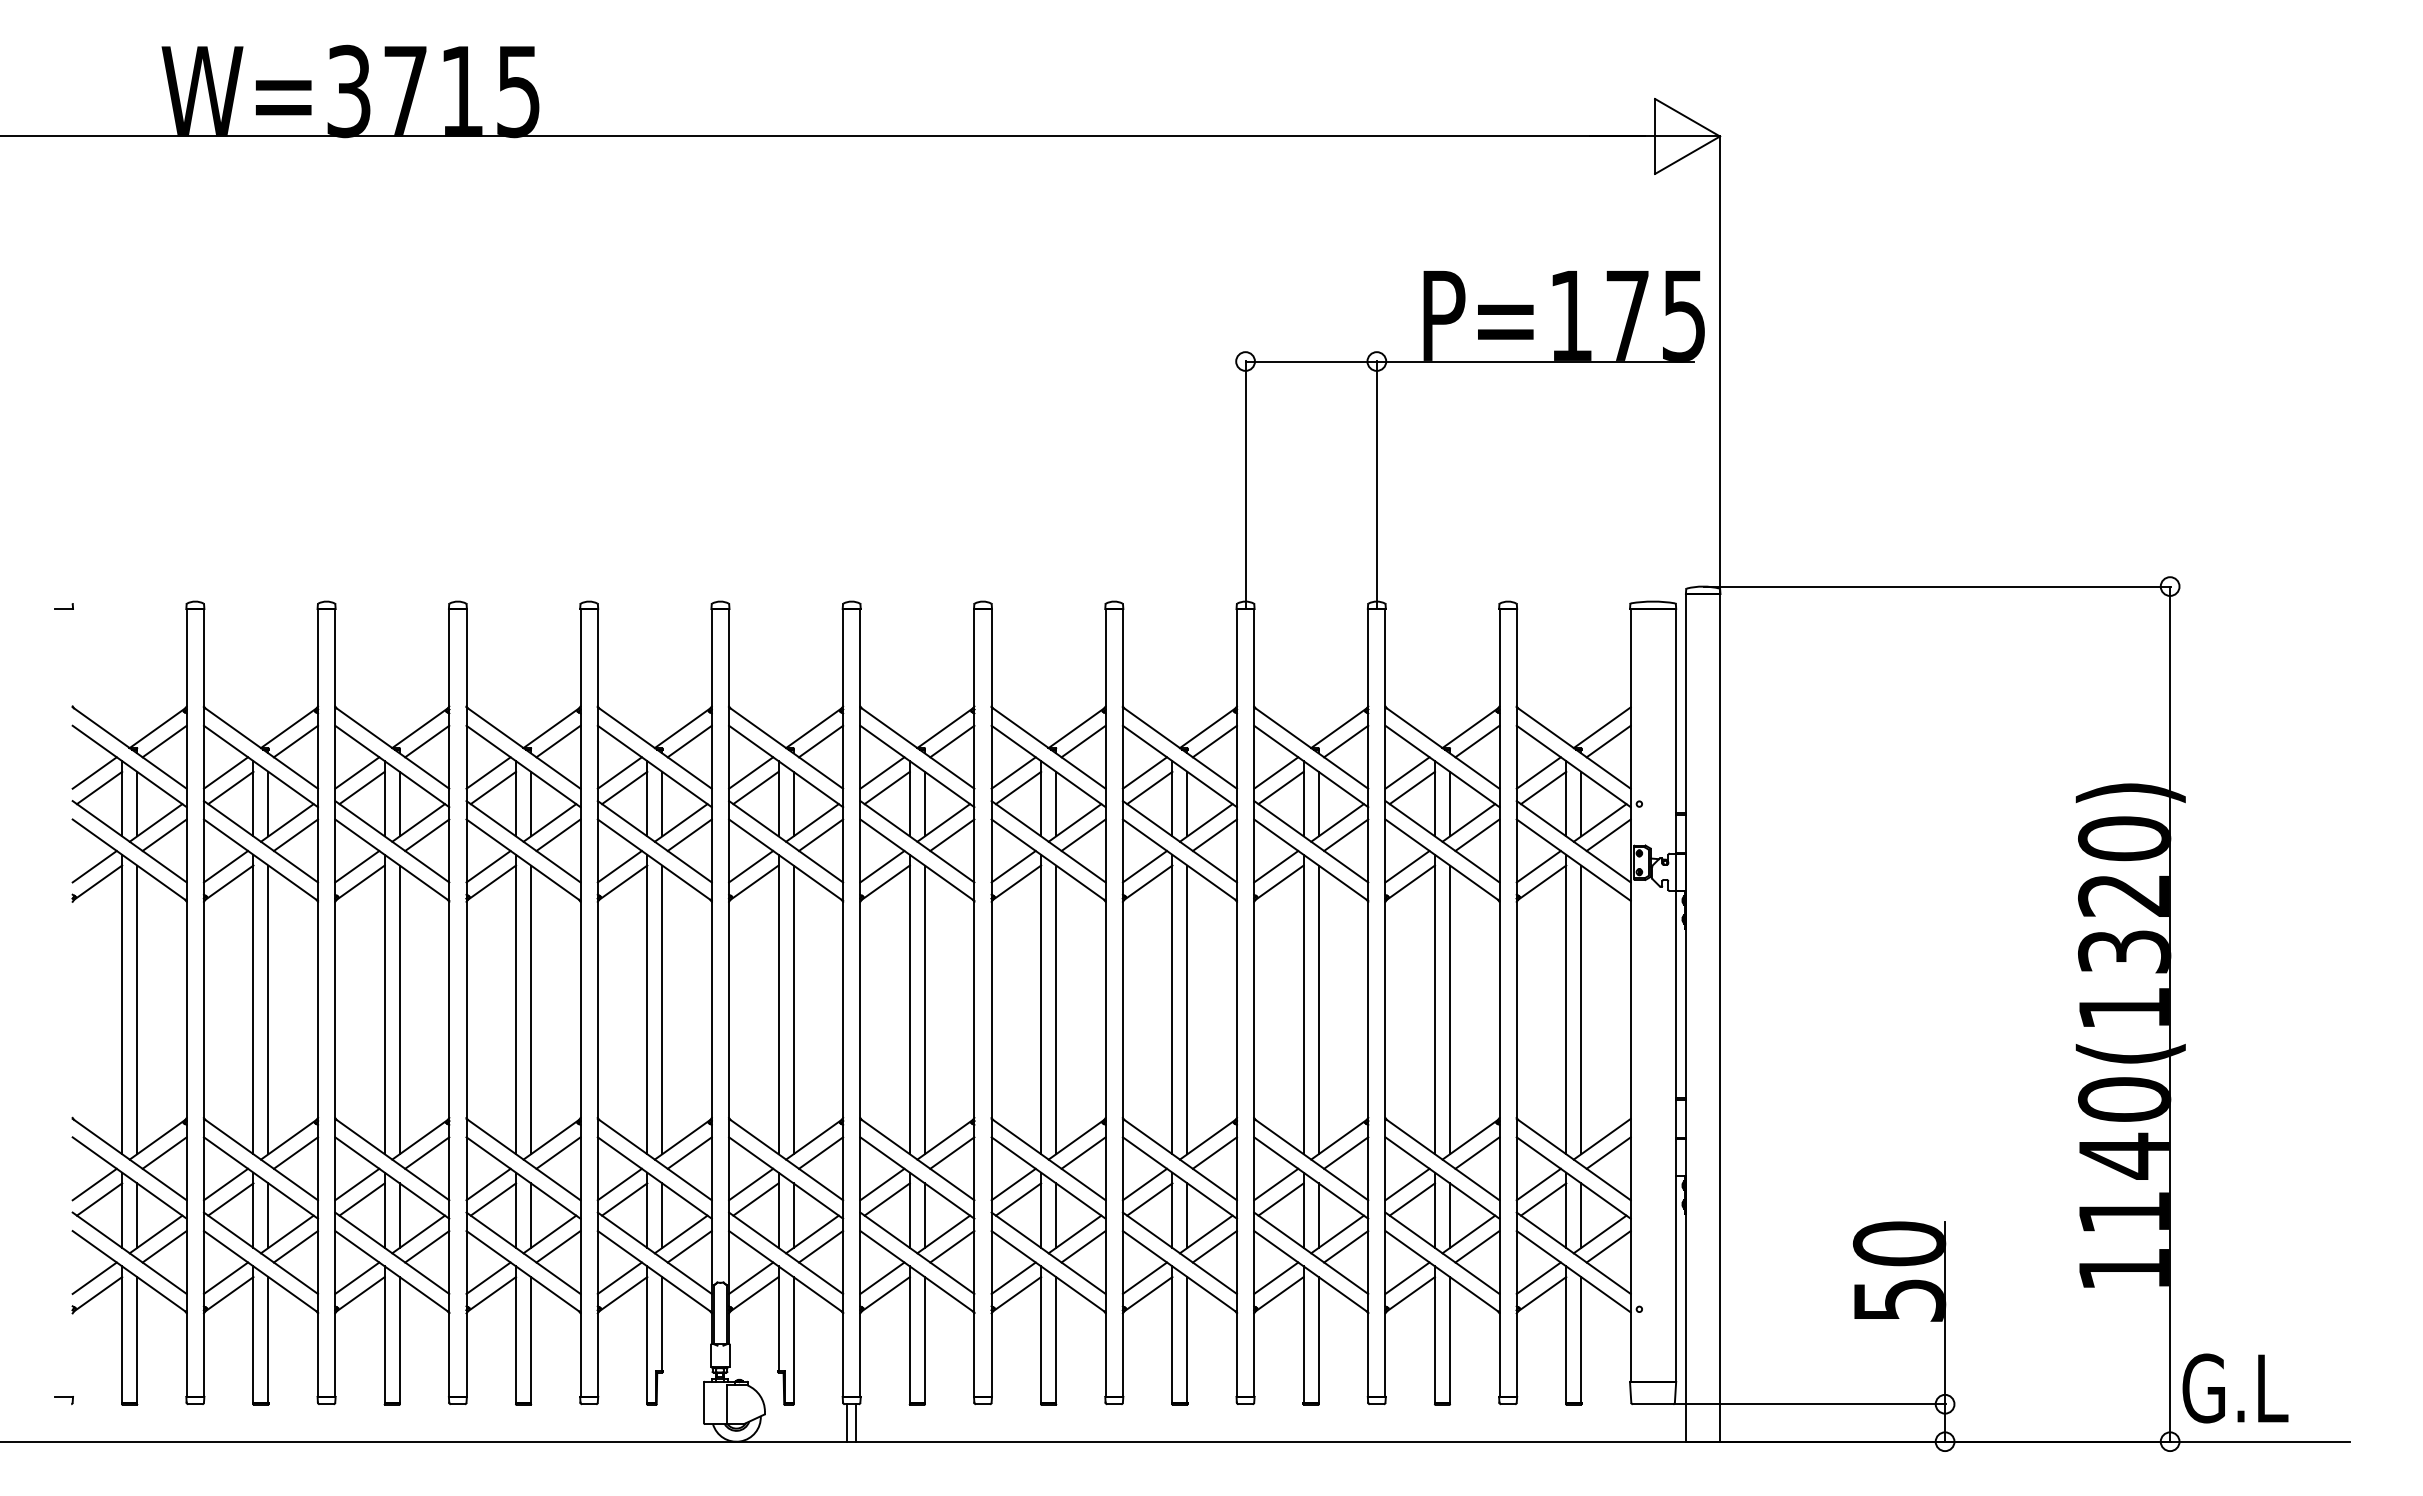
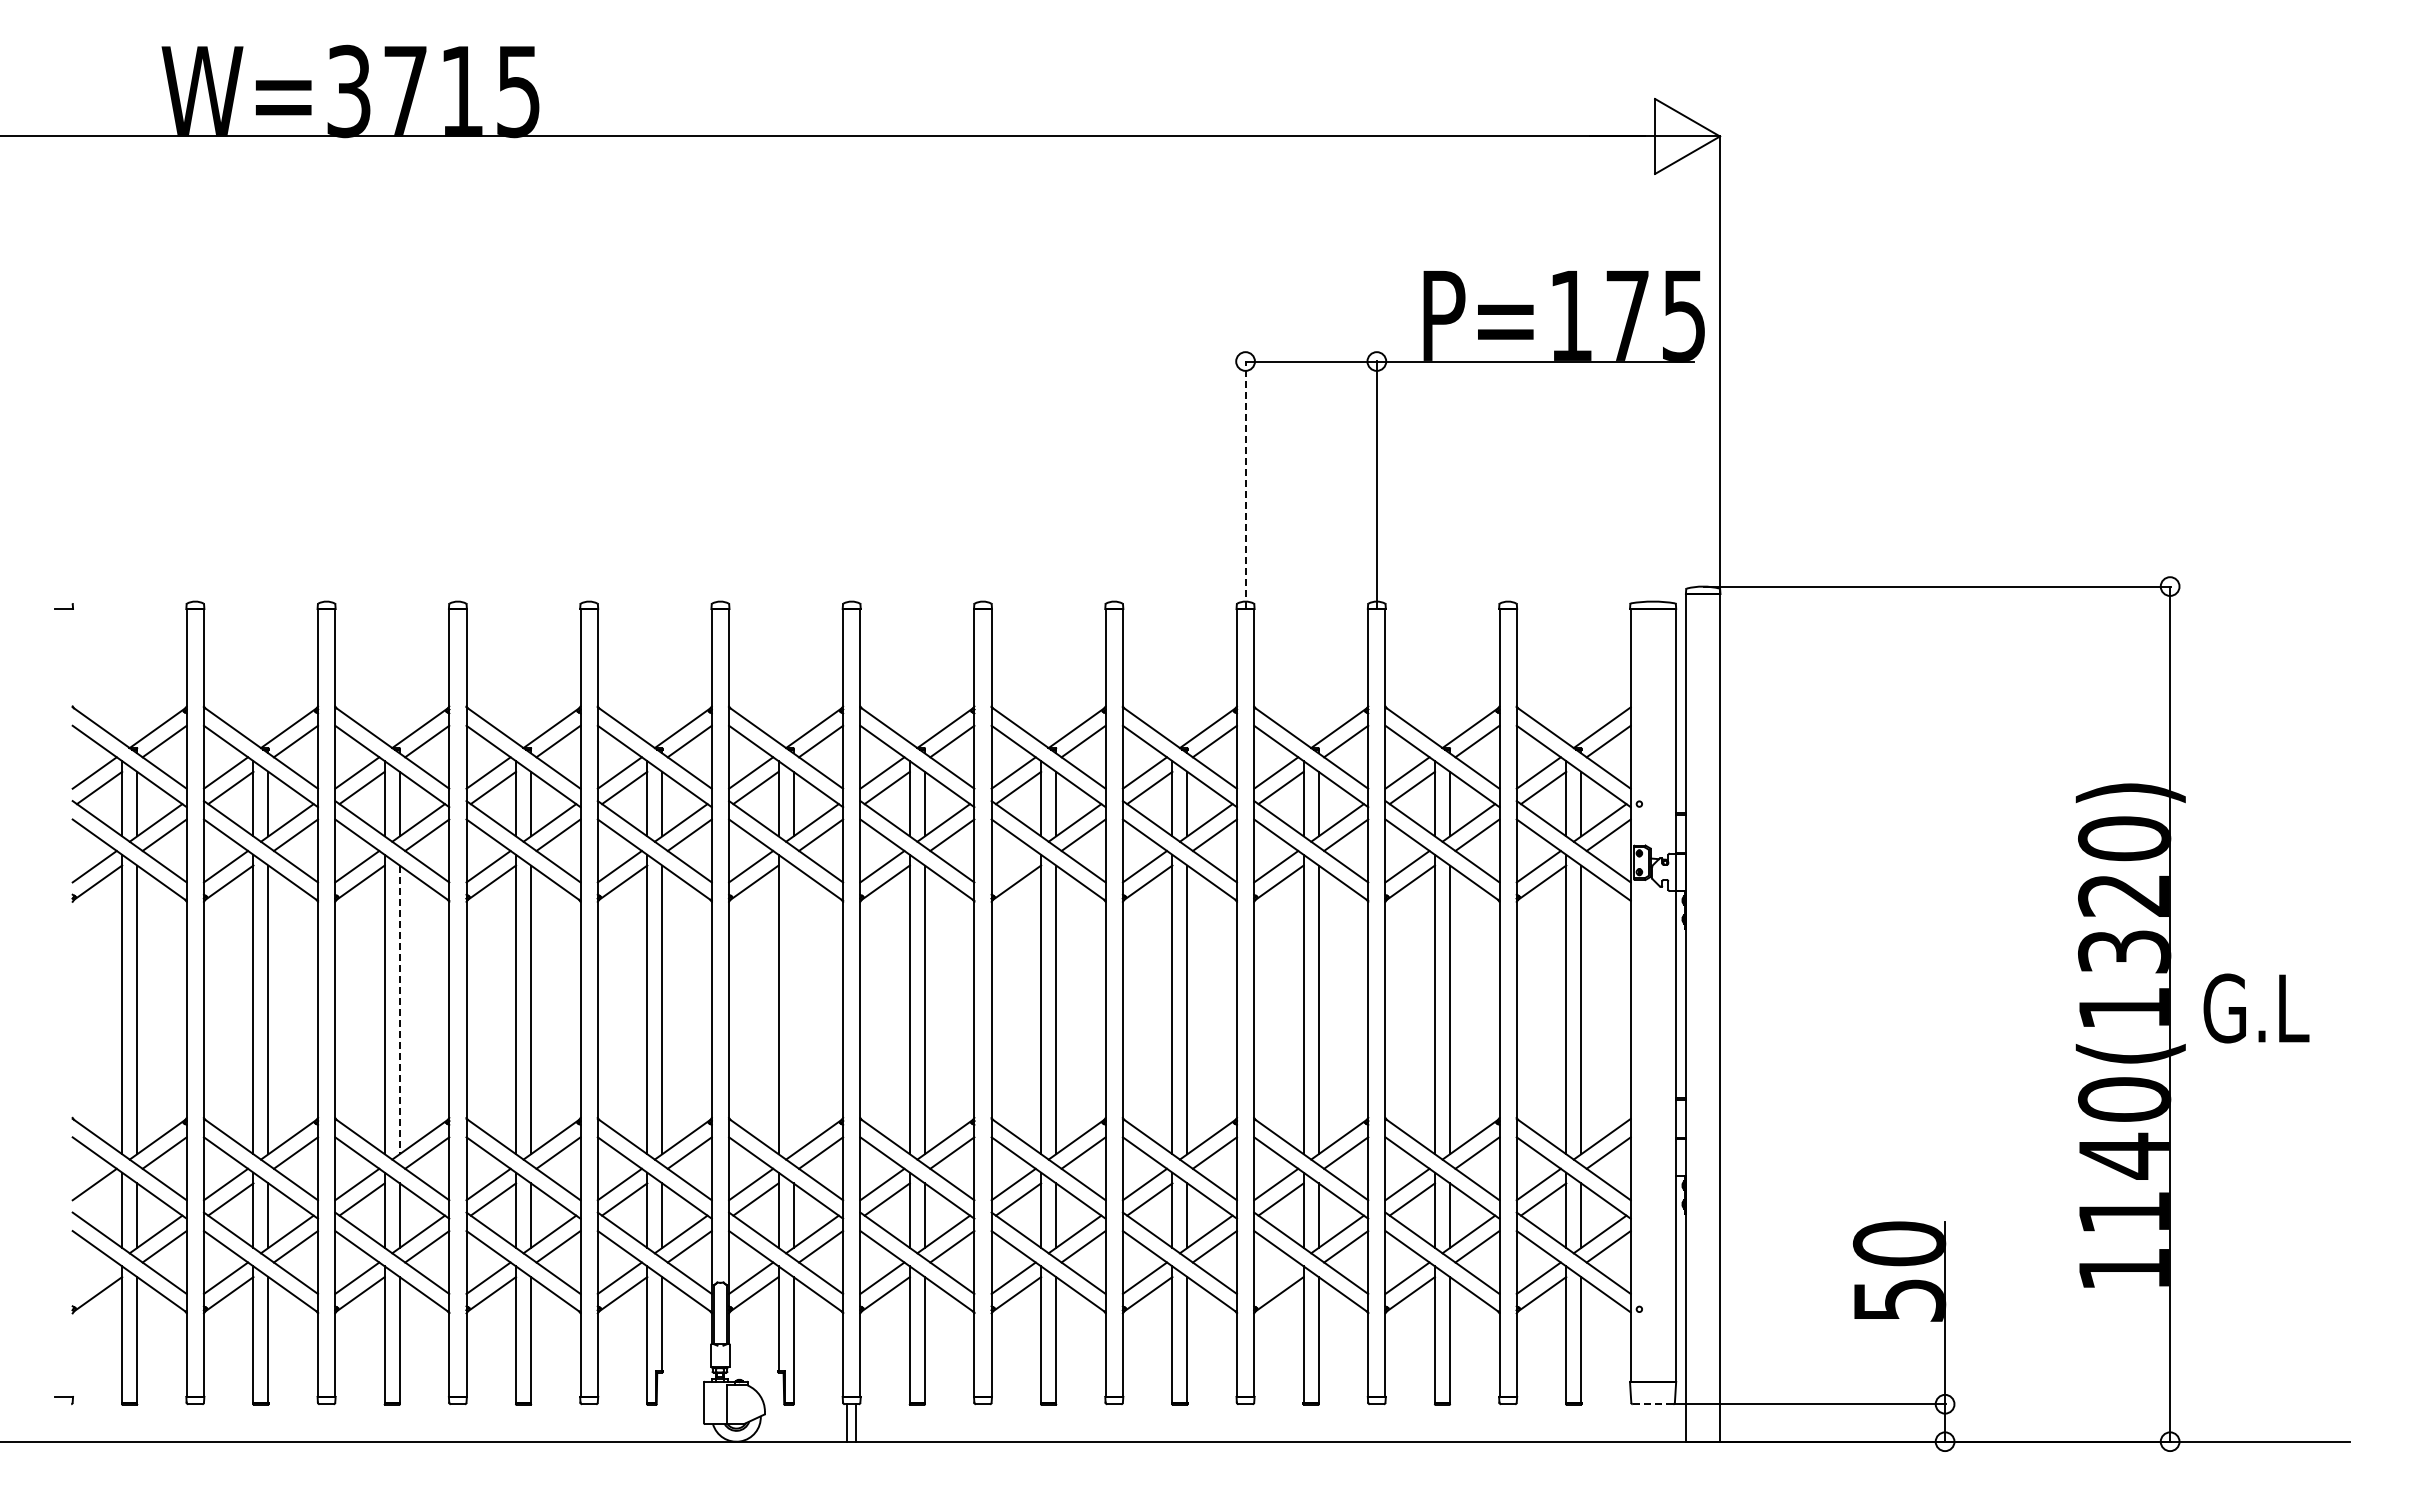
line at (1245, 484): solid -> dashed
line at (1013, 866): present -> none
line at (793, 1009): present -> none
line at (399, 1010): solid -> dashed
line at (99, 1199): present -> none
line at (94, 1277): present -> none
line at (1276, 1277): present -> none
text at (2235, 1388) position: (2235, 1388) -> (2256, 1008)
line at (1653, 1404): solid -> dashed
